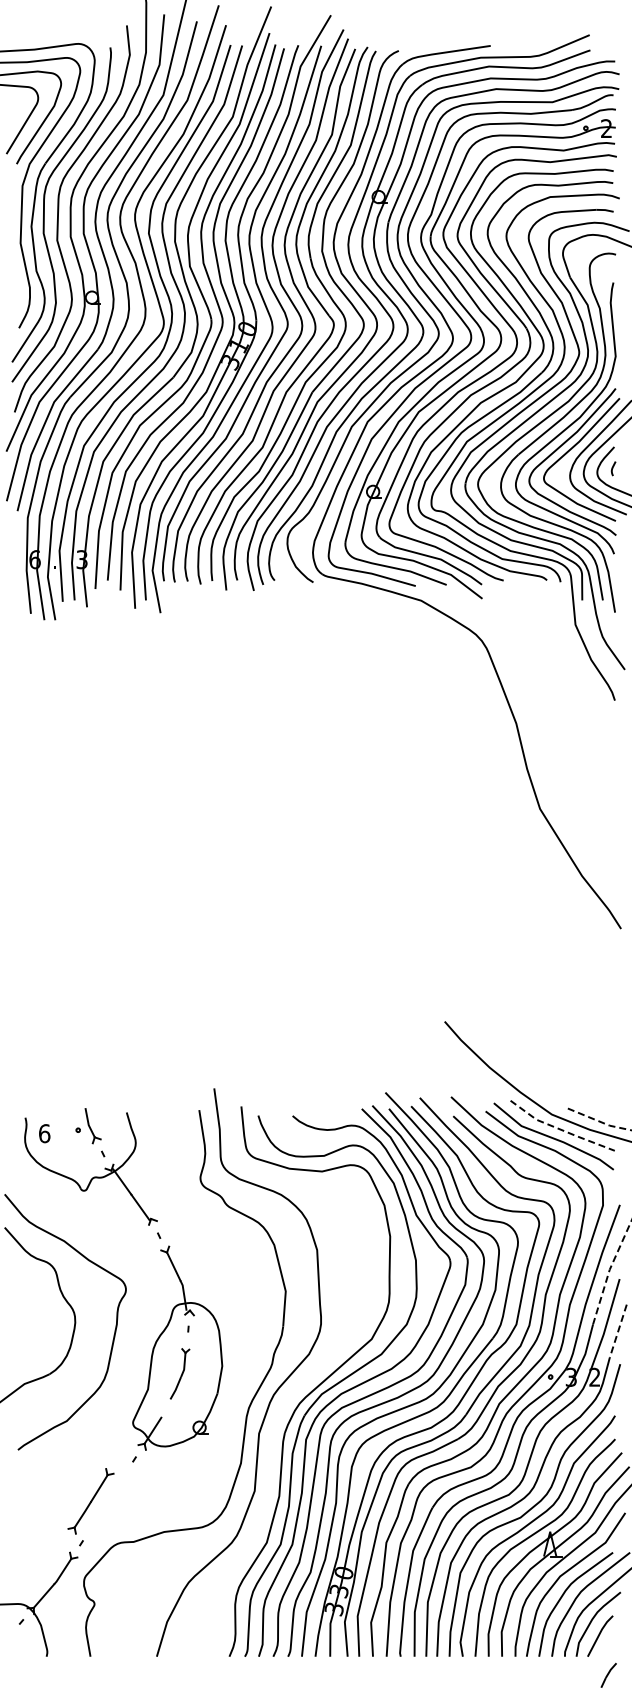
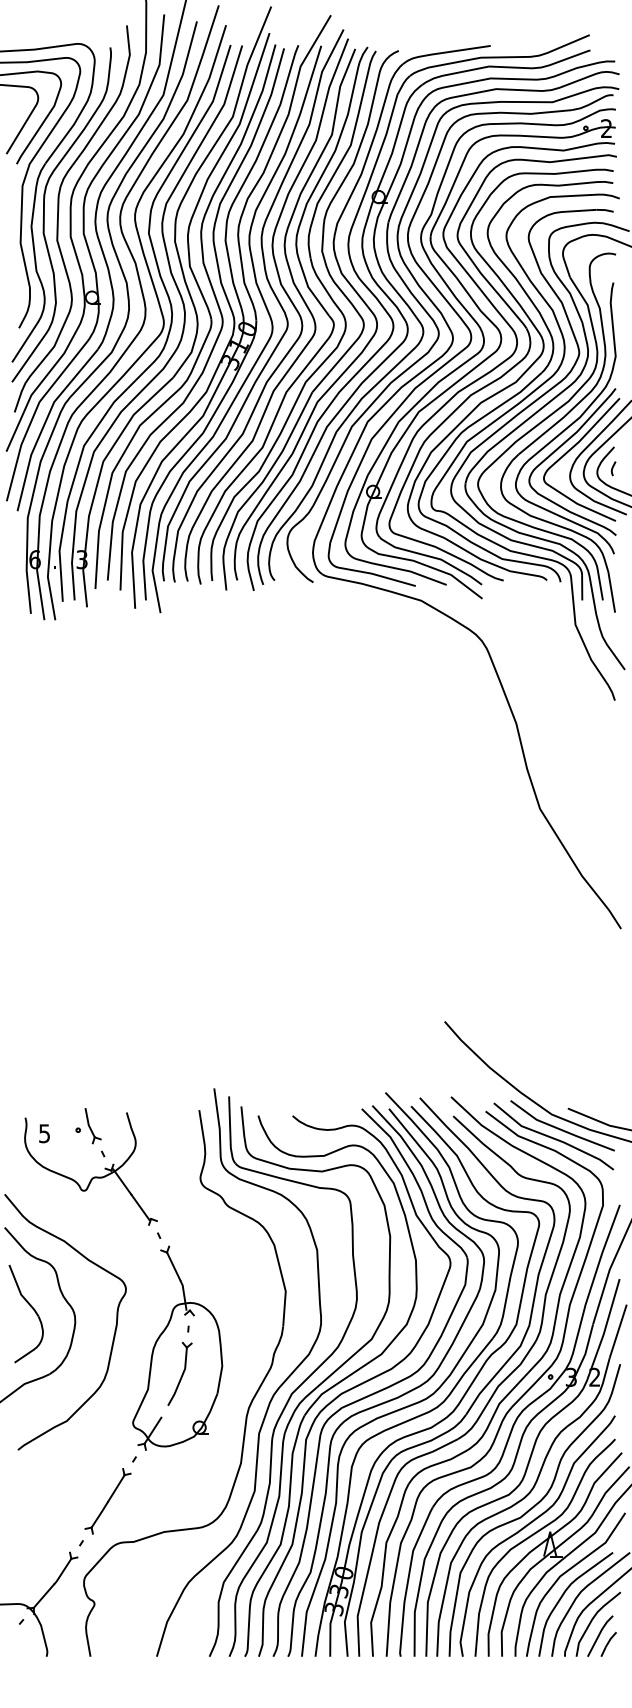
line at (599, 1121): dashed -> solid
line at (560, 1129): dashed -> solid
text at (44, 1133): 6 -> 5
line at (609, 1270): dashed -> solid
part at (31, 1308): none -> present
line at (618, 1331): dashed -> solid
part at (179, 1373) size: 22x52 px -> 26x64 px
part at (295, 1388): none -> present
part at (90, 1501) position: (90, 1501) -> (107, 1501)
part at (608, 1674) position: (608, 1674) -> (608, 1643)
